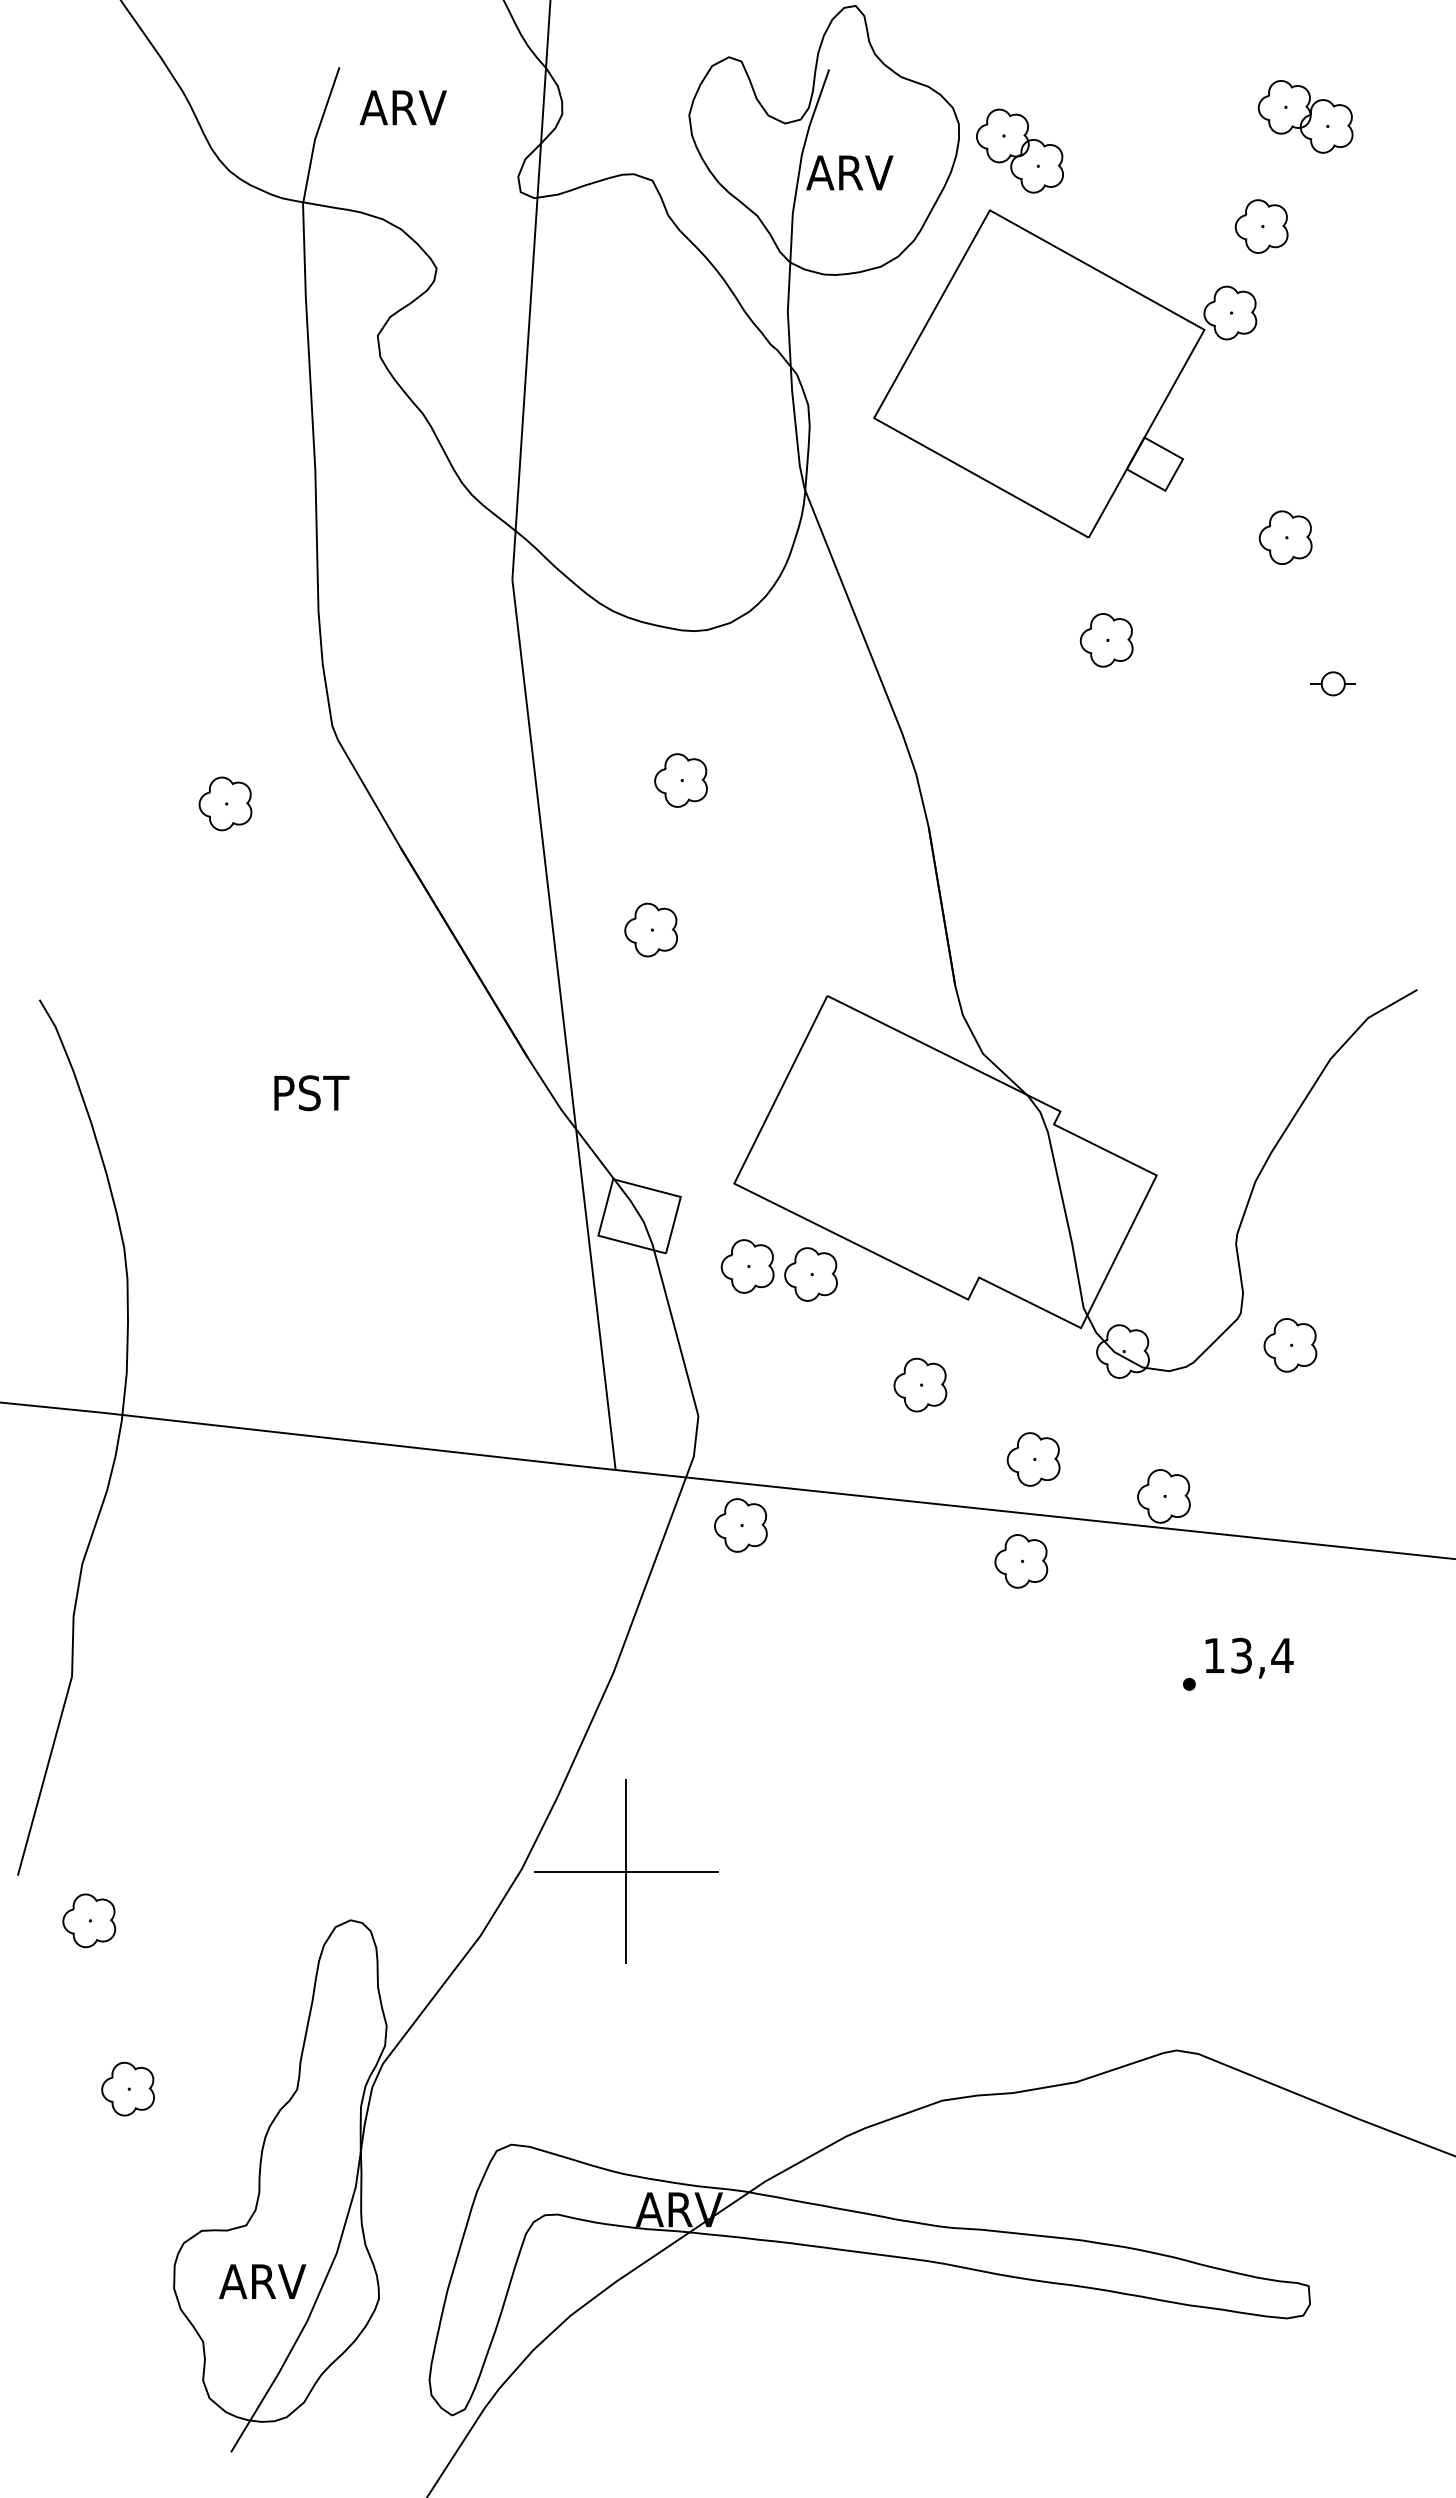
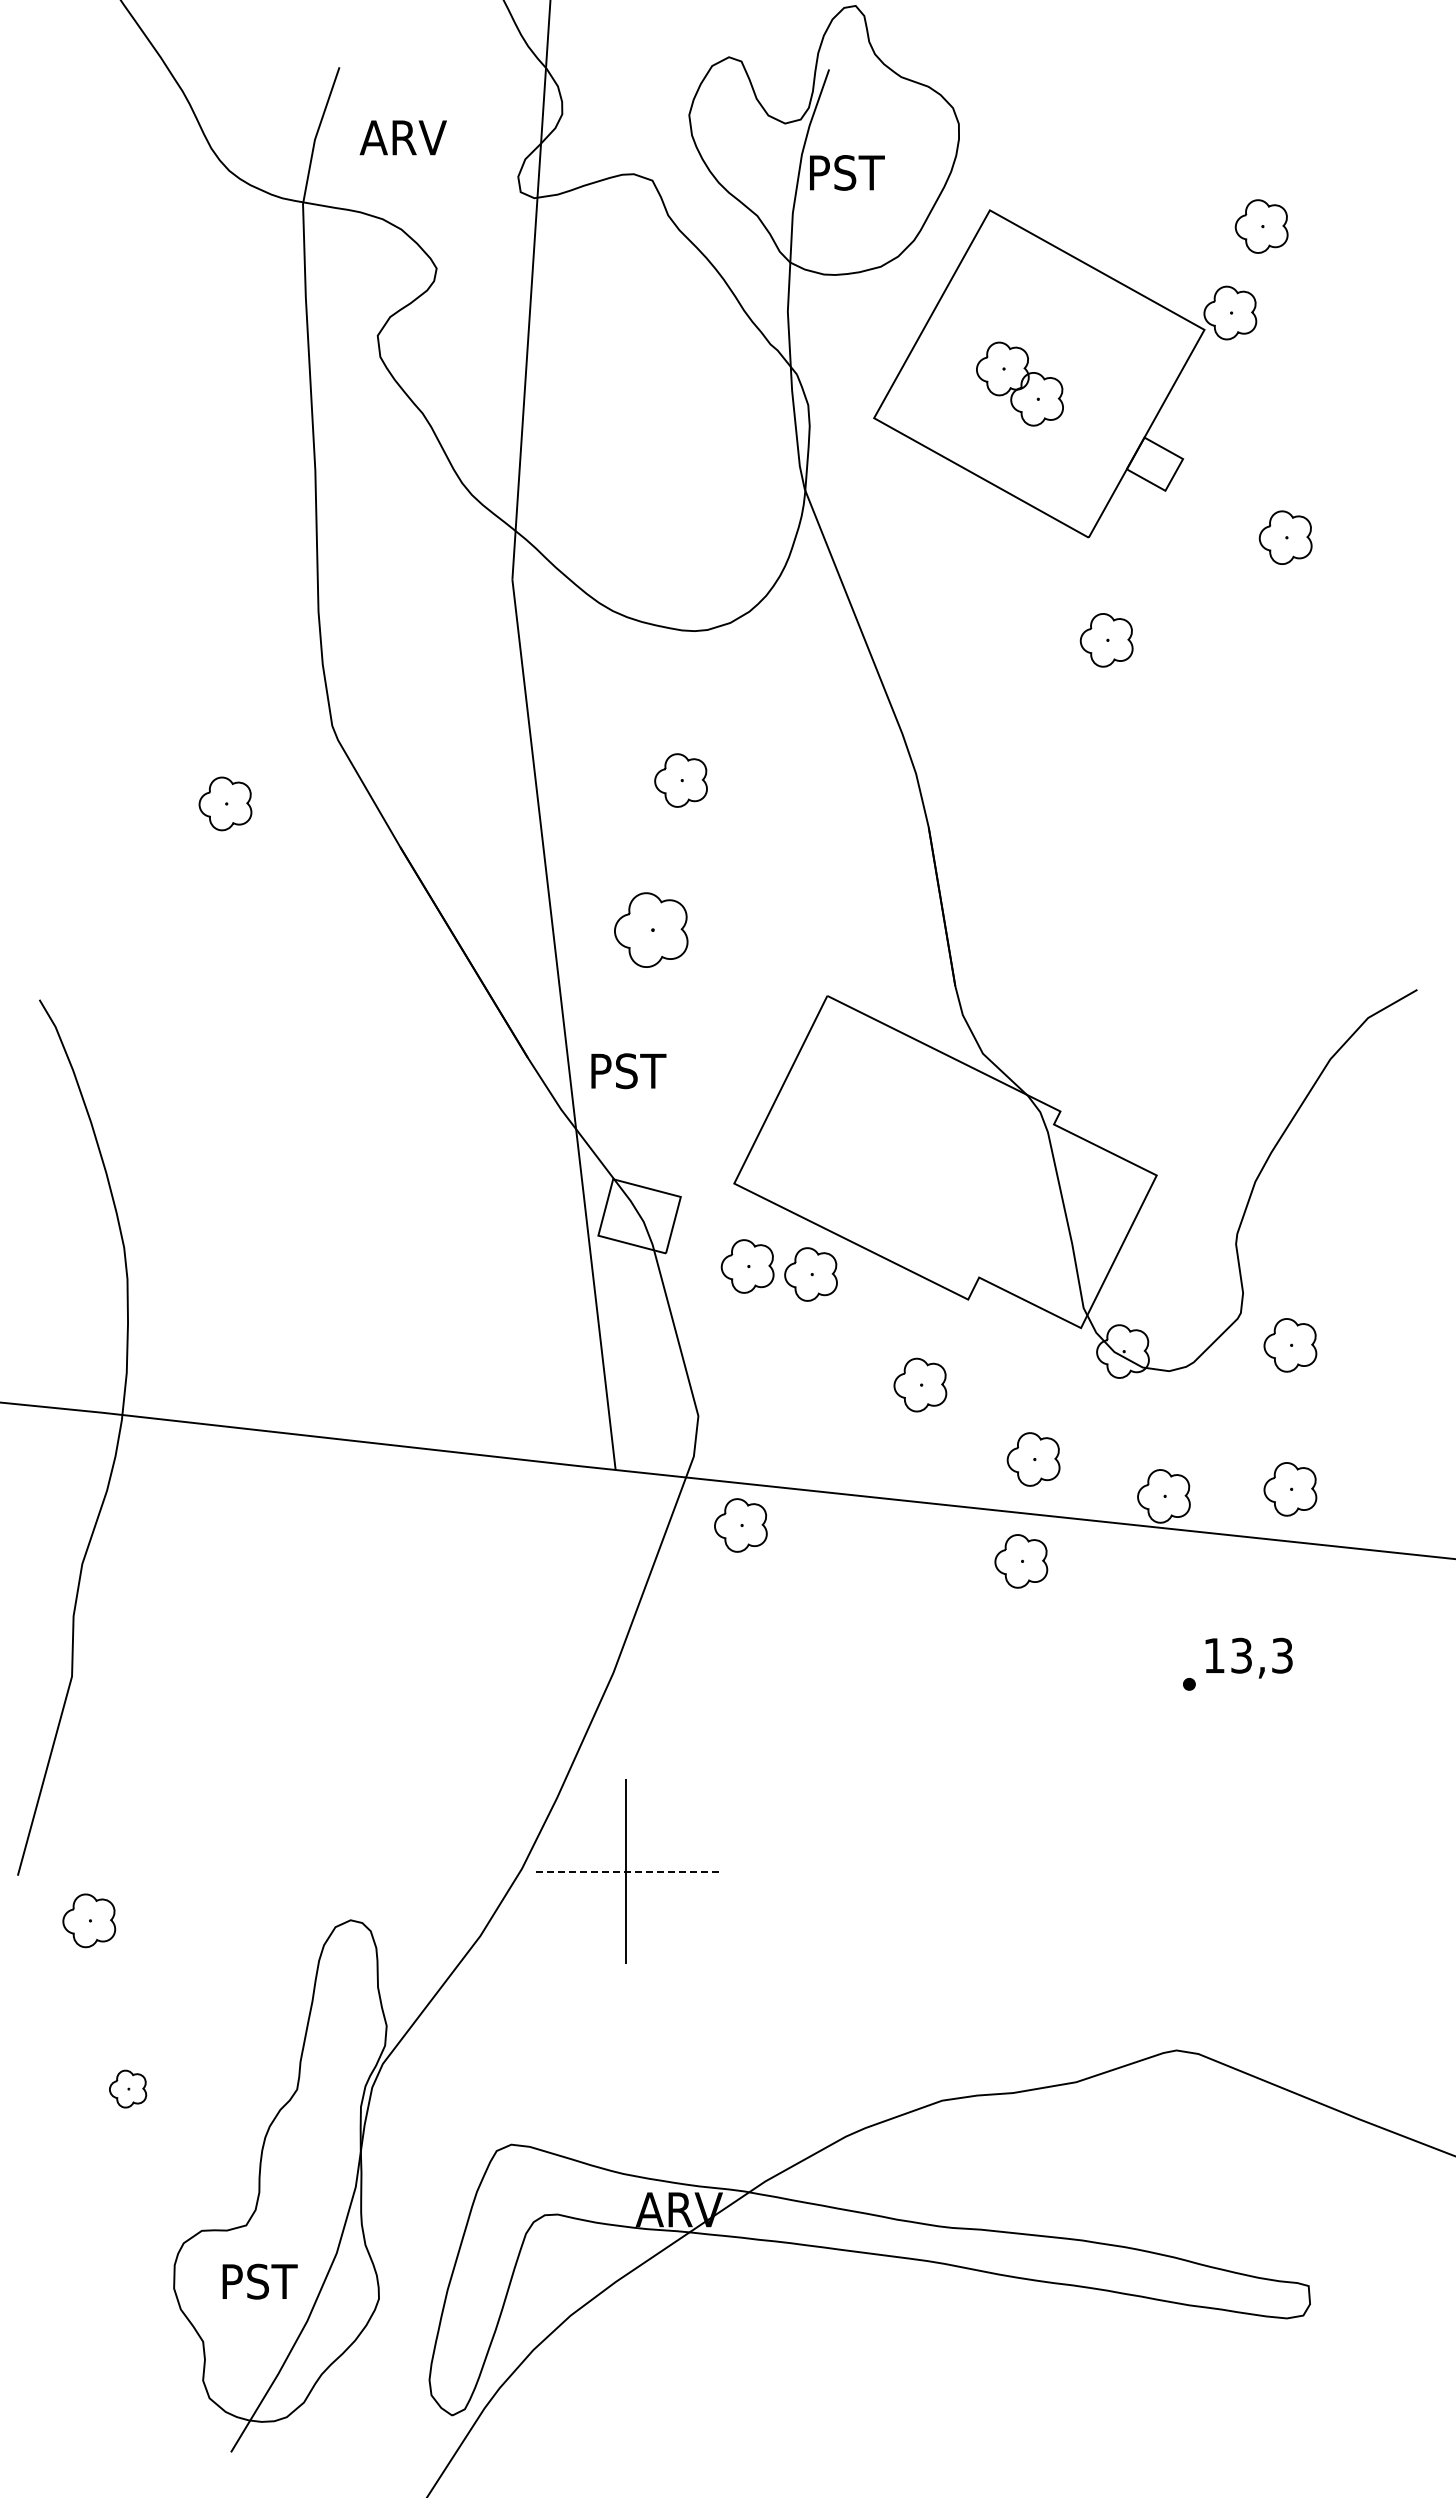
text at (402, 107) position: (402, 107) -> (402, 137)
part at (1305, 116): present -> none
part at (1019, 150) position: (1019, 150) -> (1019, 383)
text at (849, 172): ARV -> PST
part at (1332, 683): present -> none
part at (650, 929) size: 54x56 px -> 75x76 px
text at (311, 1093) position: (311, 1093) -> (628, 1071)
part at (1290, 1489): none -> present
text at (1282, 1655): 13,4 -> 13,3
line at (625, 1871): solid -> dashed
part at (127, 2088) size: 54x56 px -> 39x40 px
text at (262, 2281): ARV -> PST
